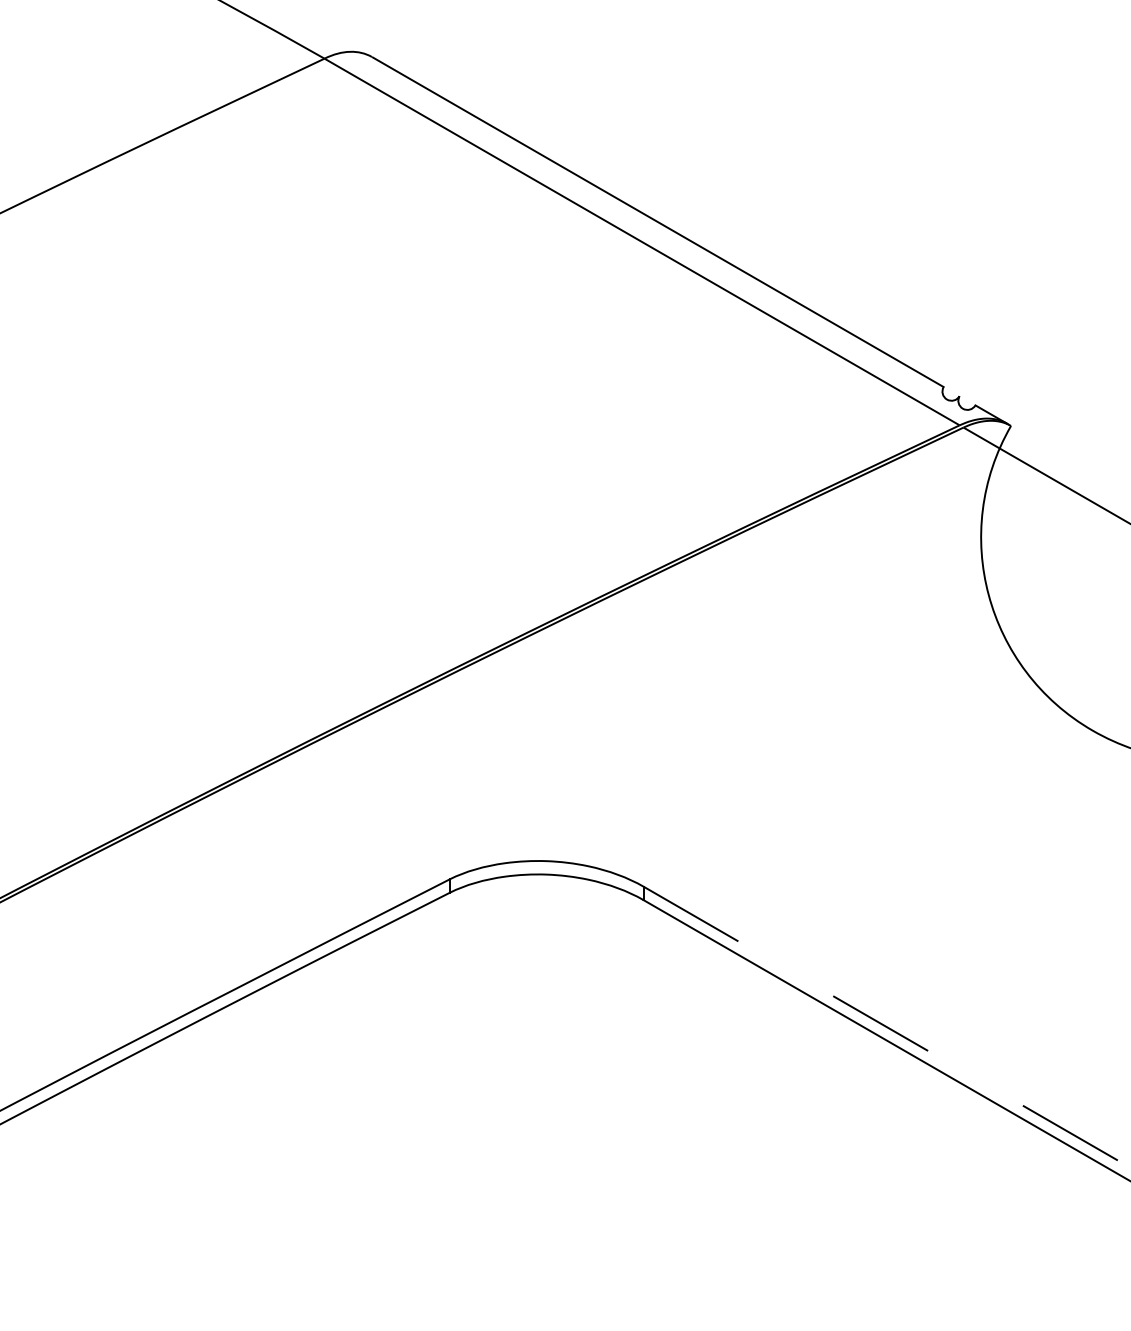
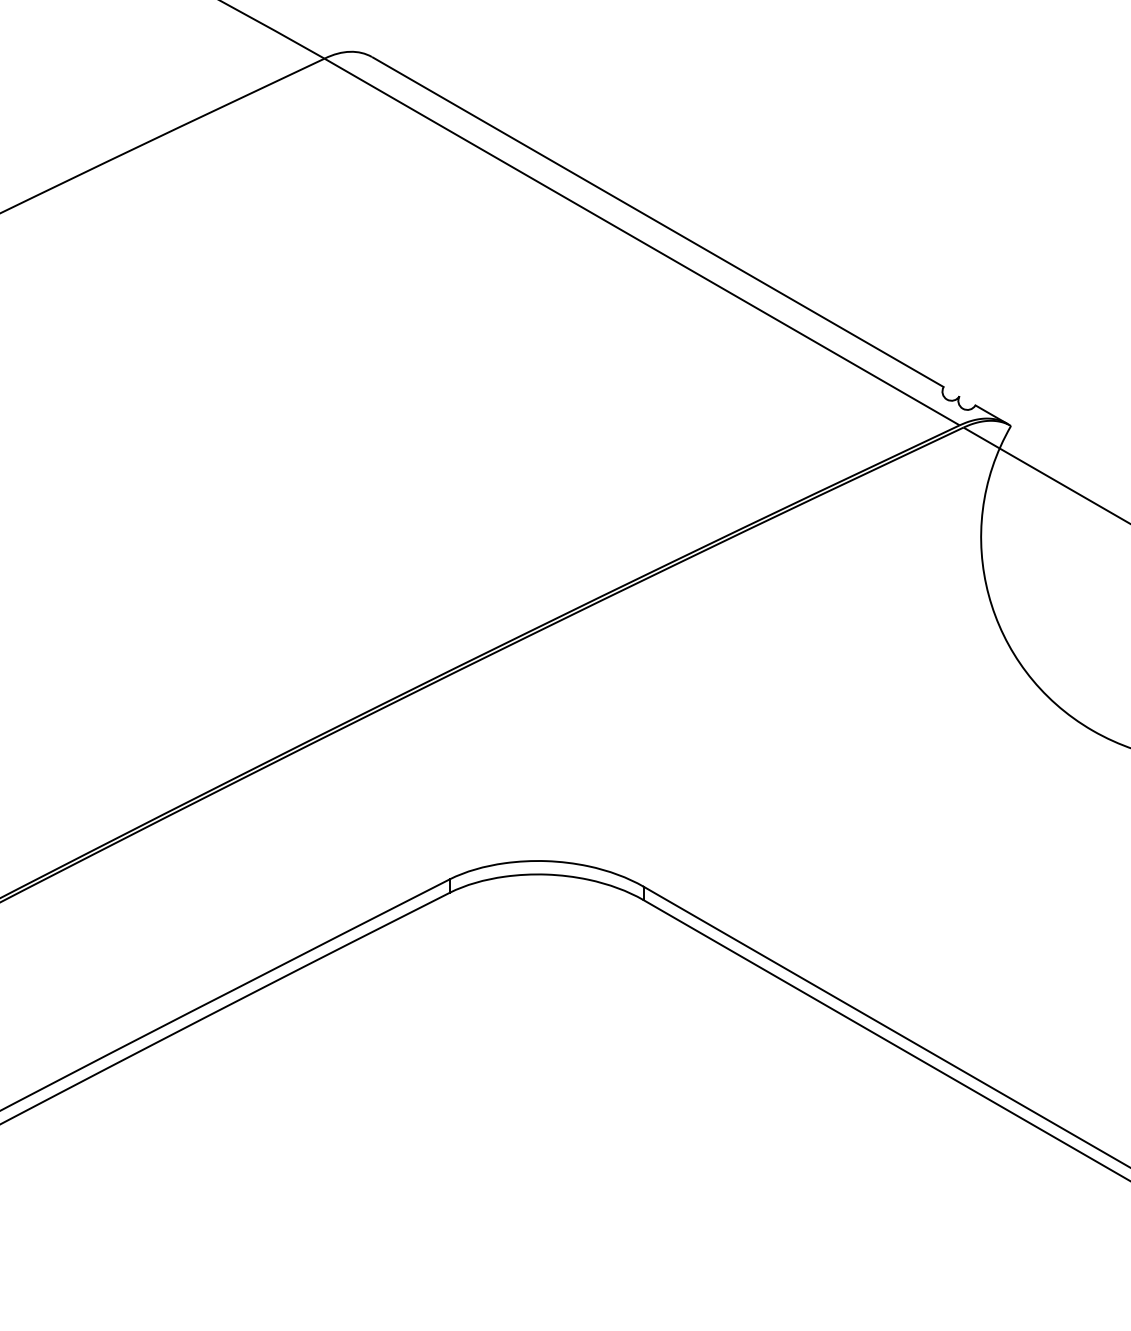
line at (886, 1027): dashed -> solid
